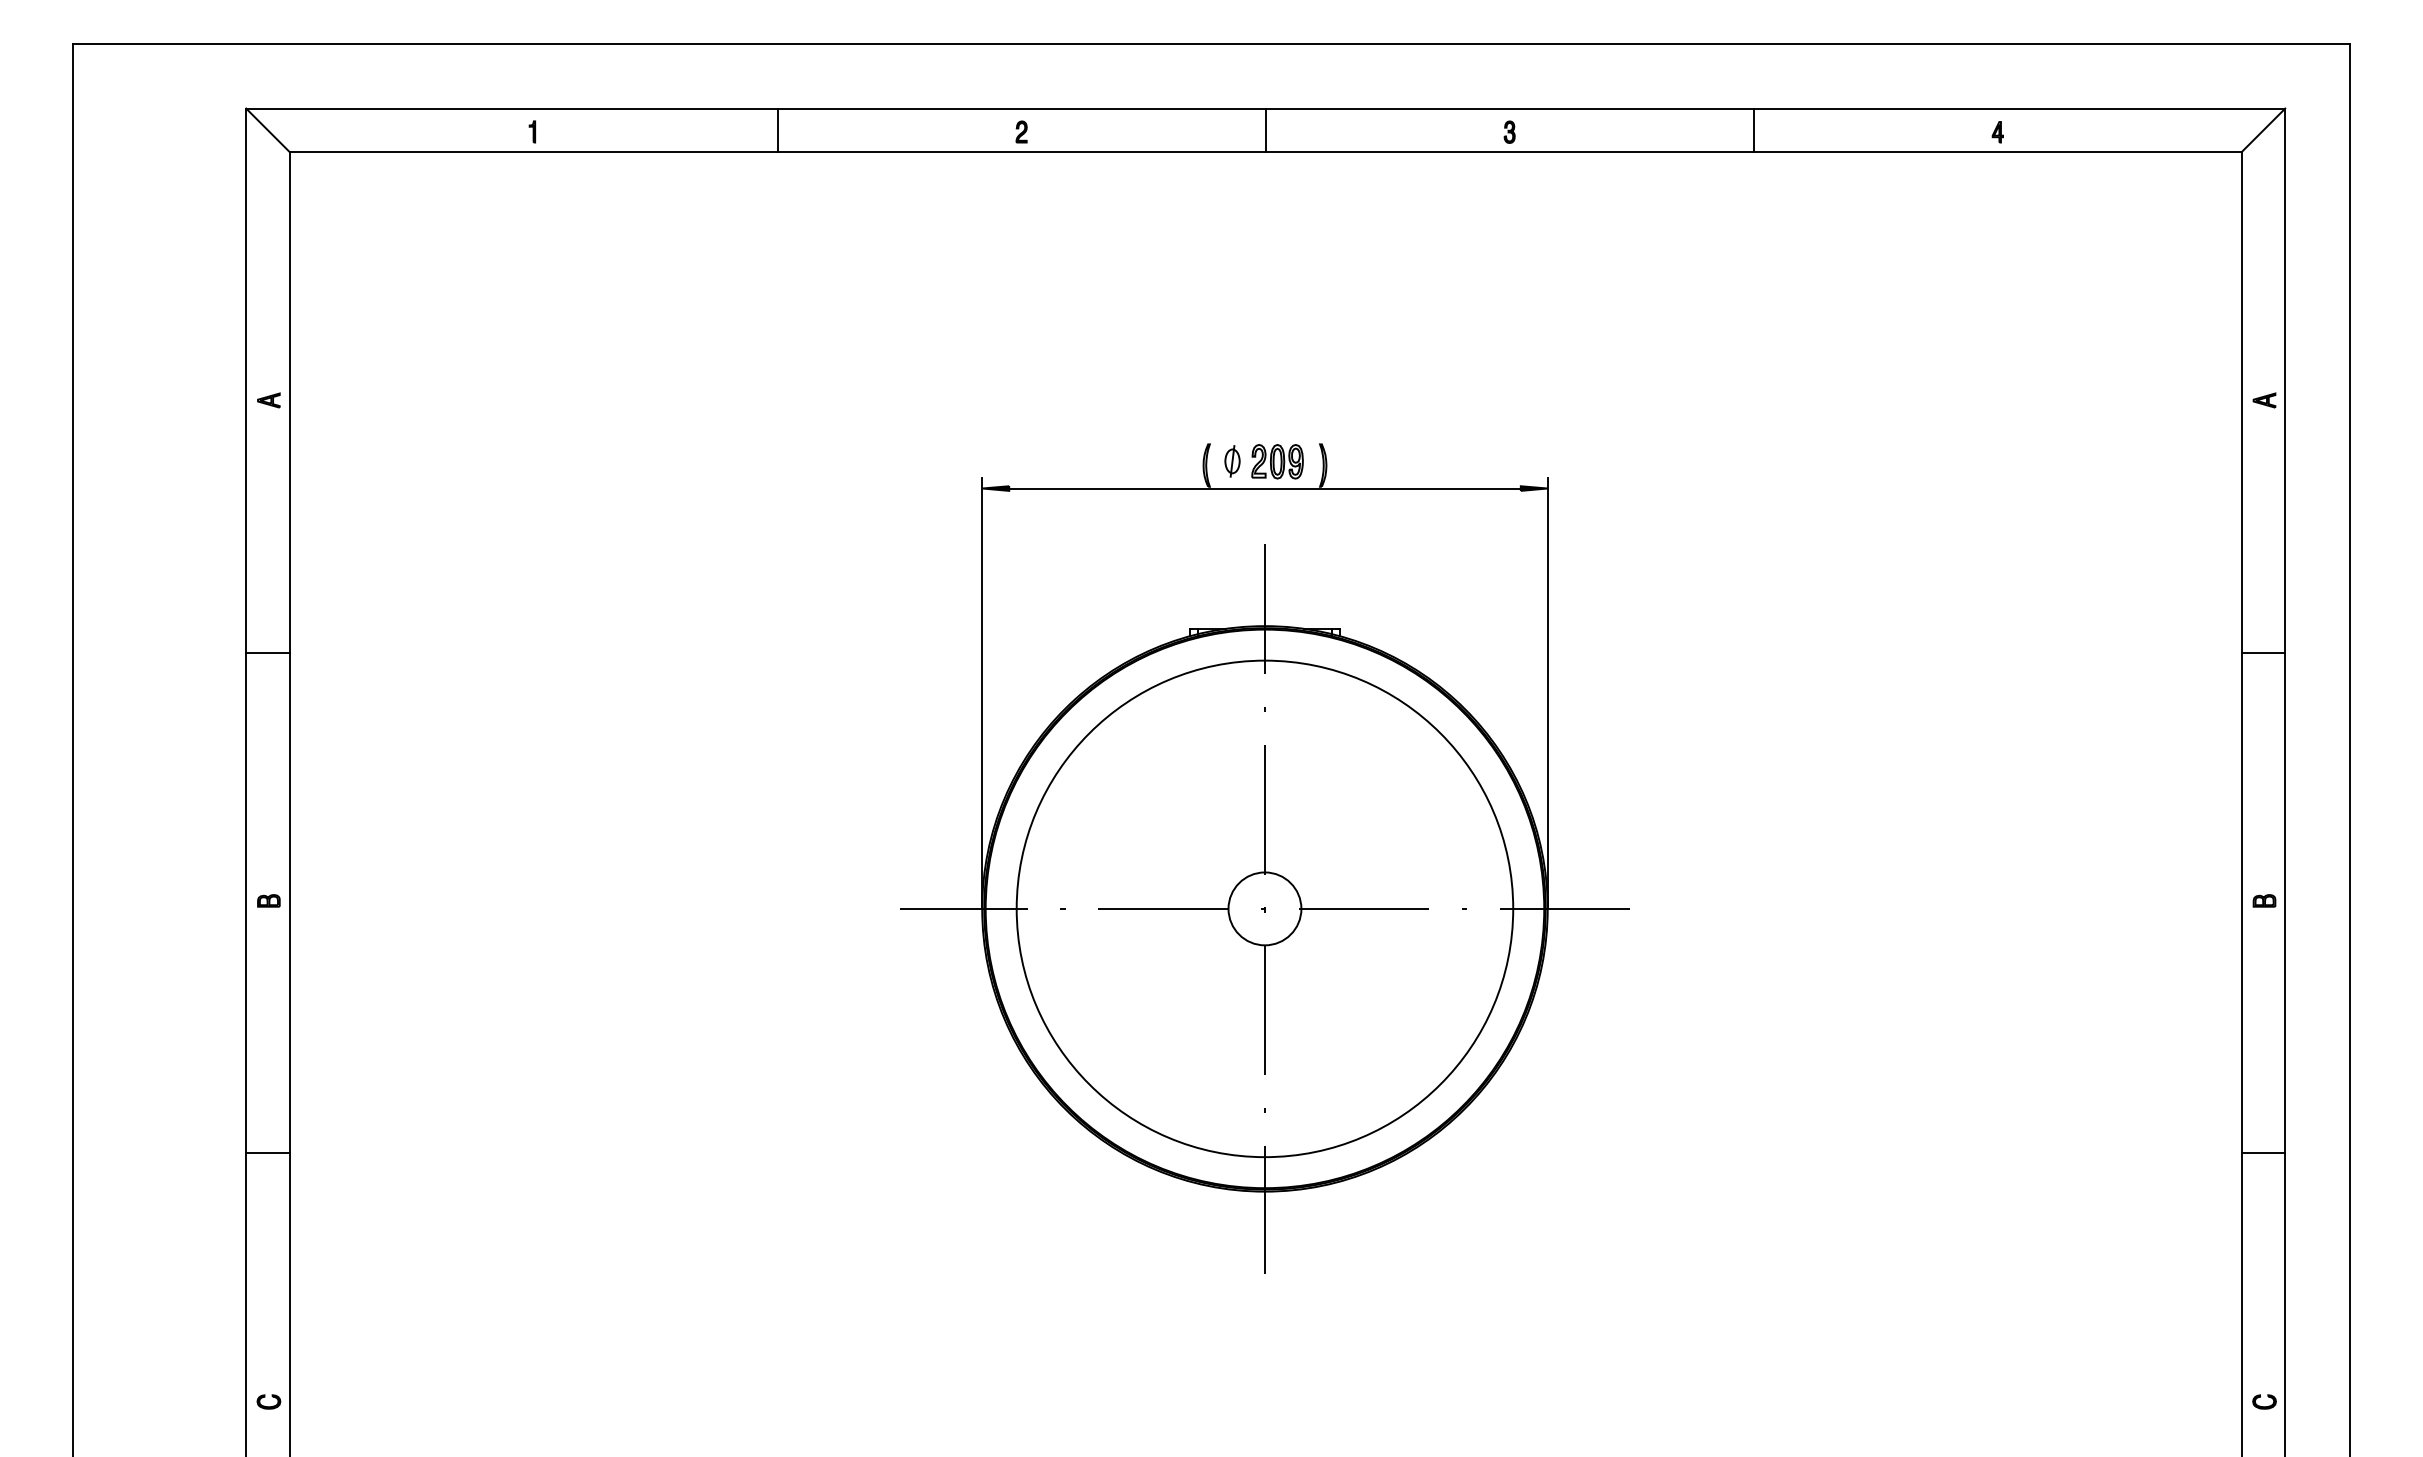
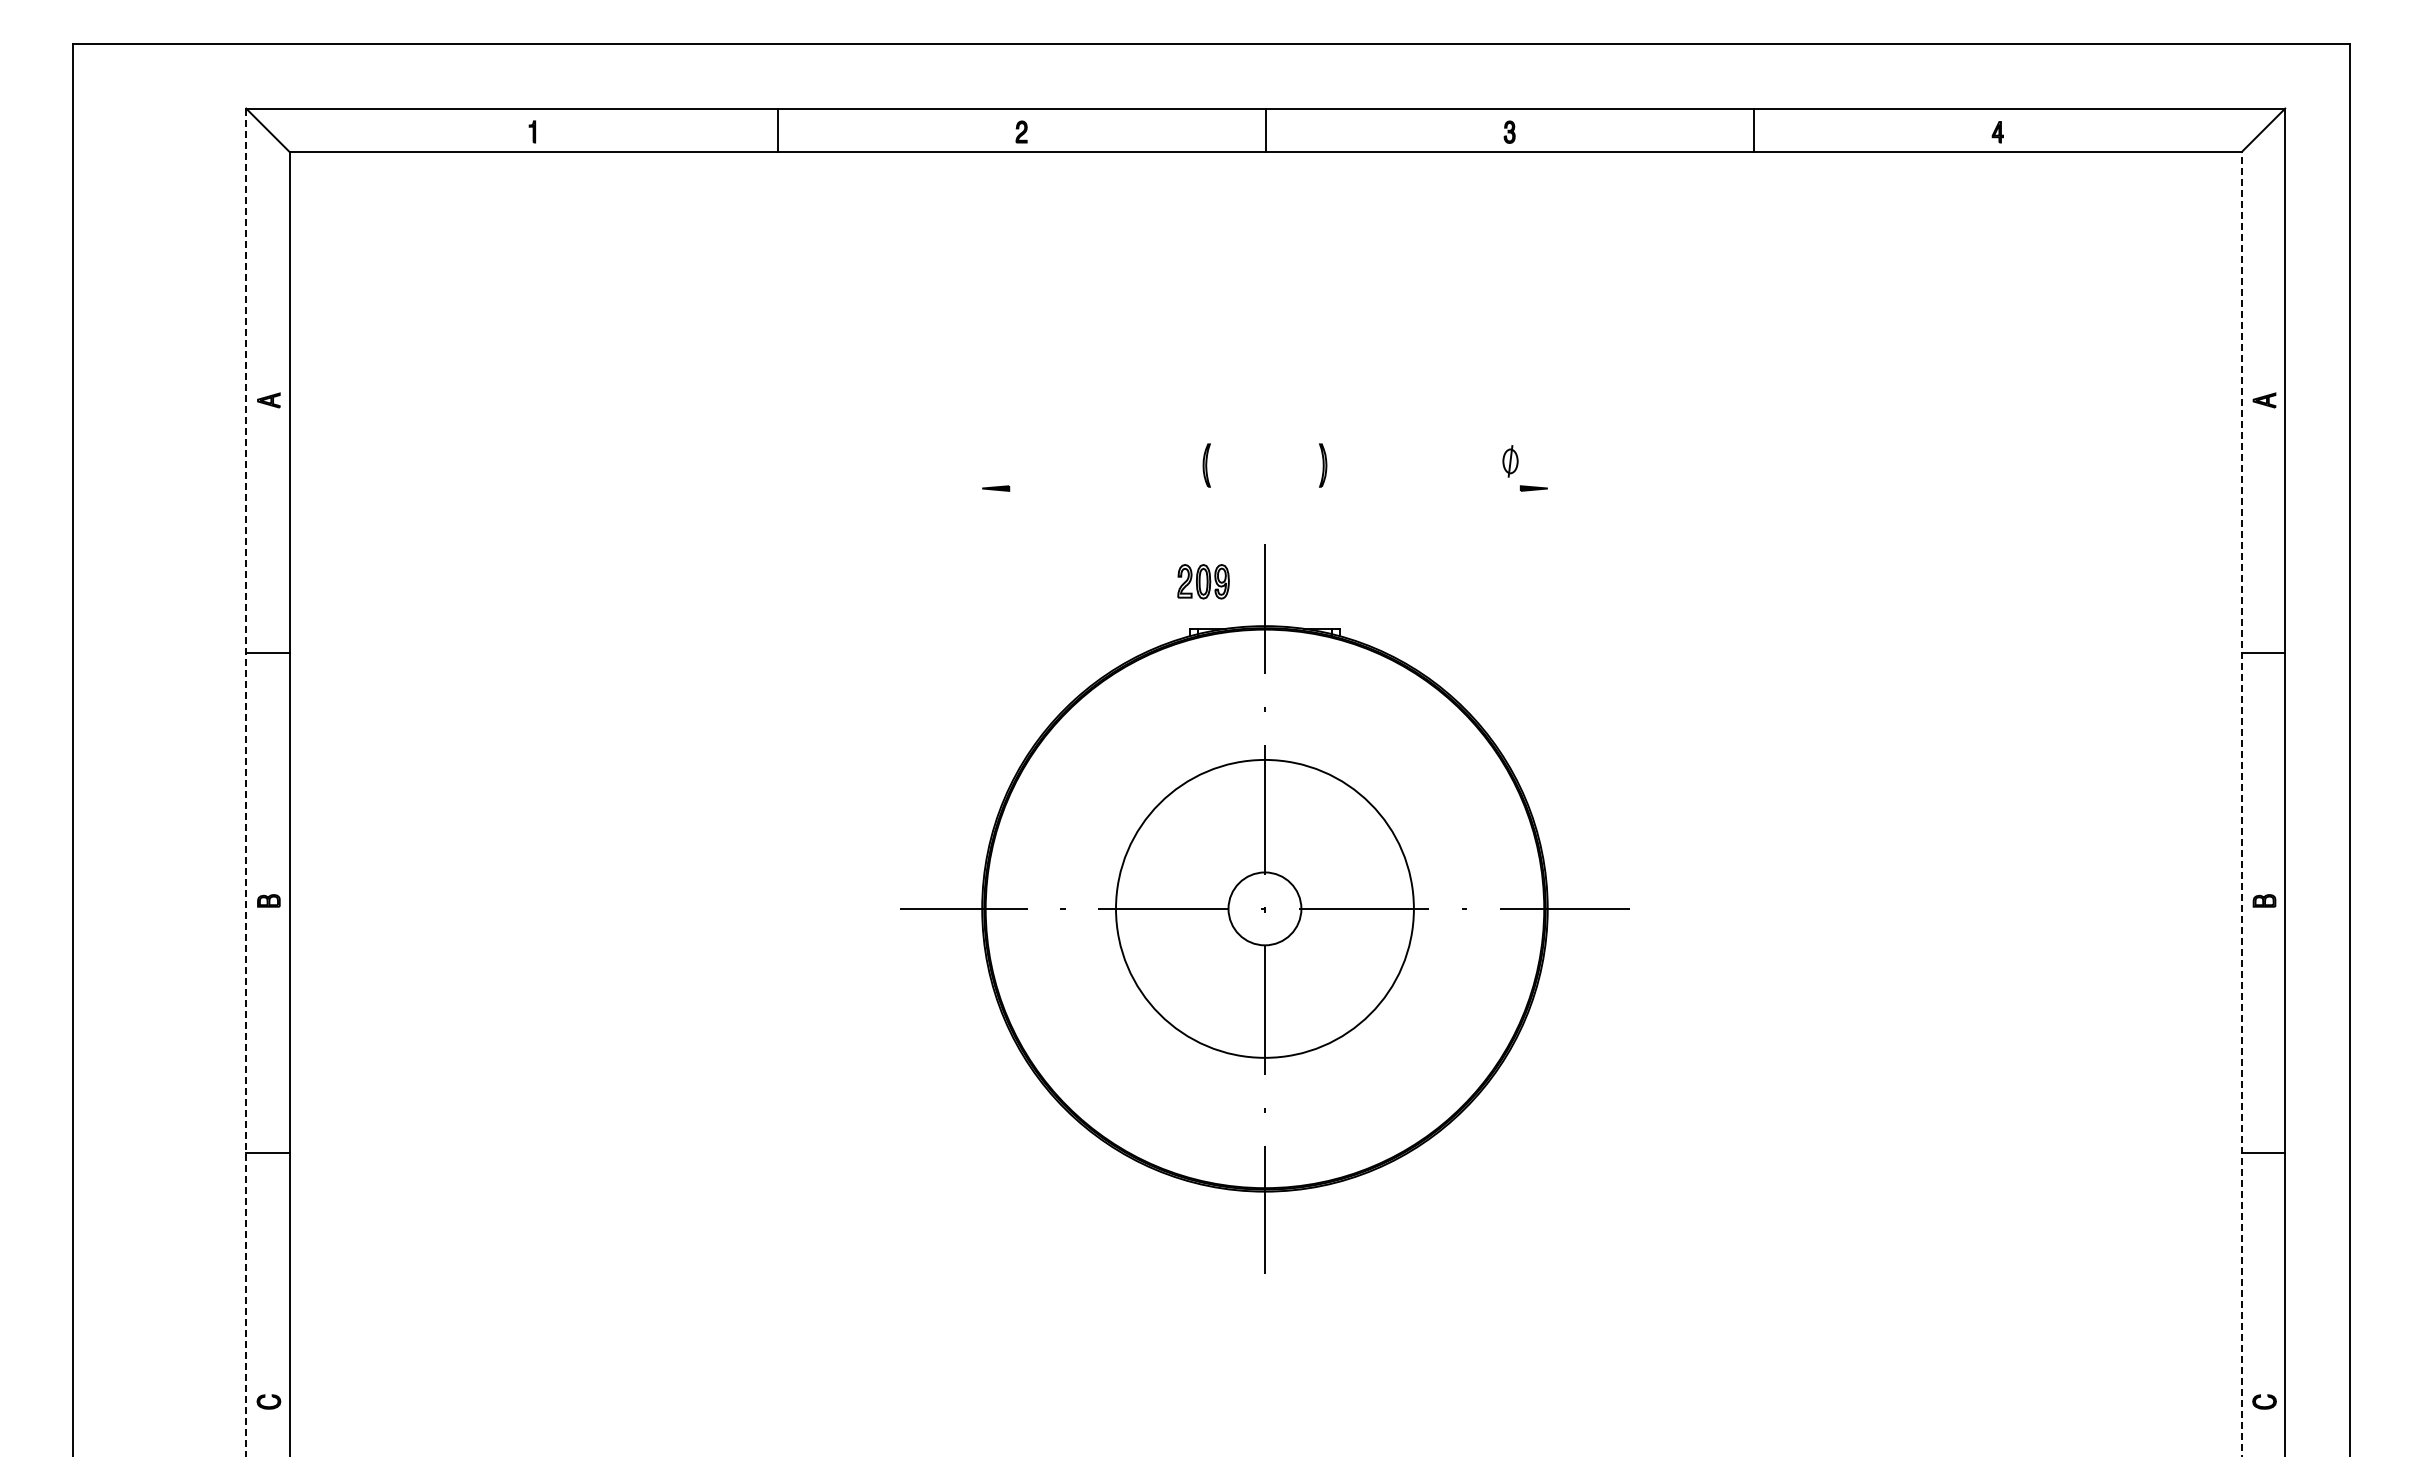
part at (1232, 461) position: (1232, 461) -> (1510, 461)
part at (1277, 461) position: (1277, 461) -> (1203, 581)
line at (1264, 488): present -> none
line at (982, 692): present -> none
line at (1547, 692): present -> none
line at (246, 782): solid -> dashed
line at (2241, 803): solid -> dashed
circle at (1264, 908) diameter: 497 px -> 298 px
